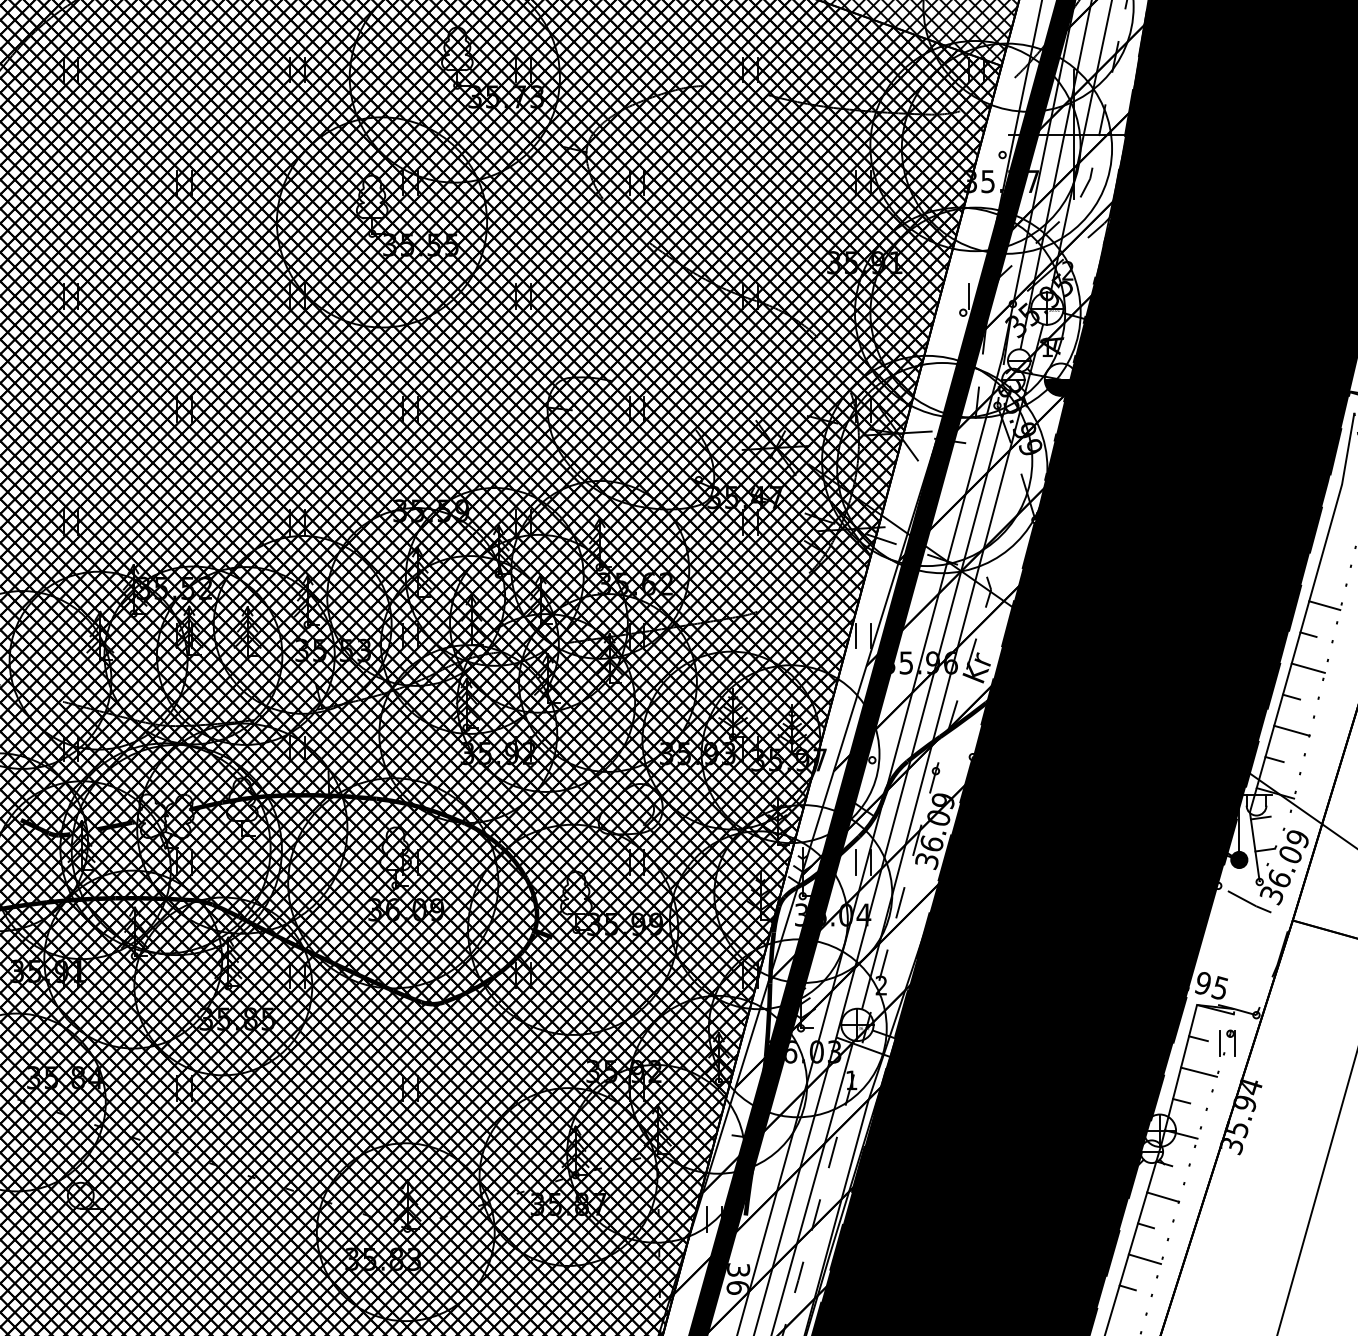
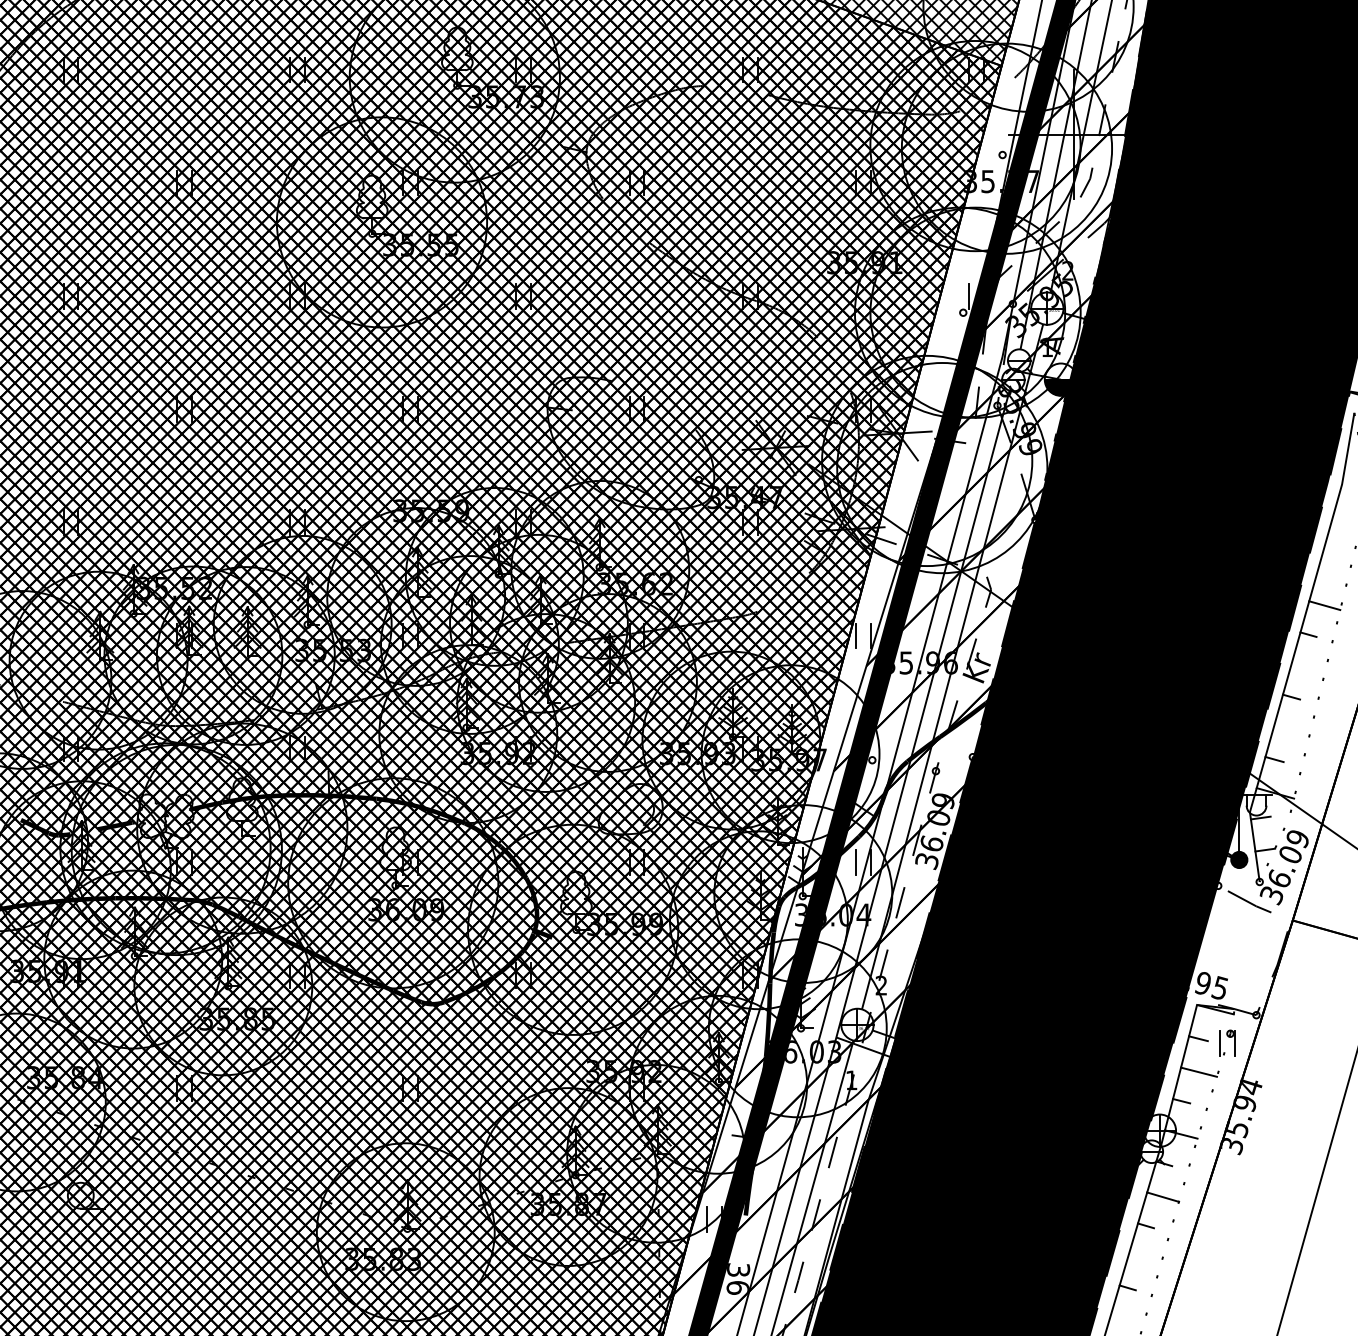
line at (1307, 667): present -> none
line at (1291, 730): present -> none
line at (1144, 1259): present -> none
